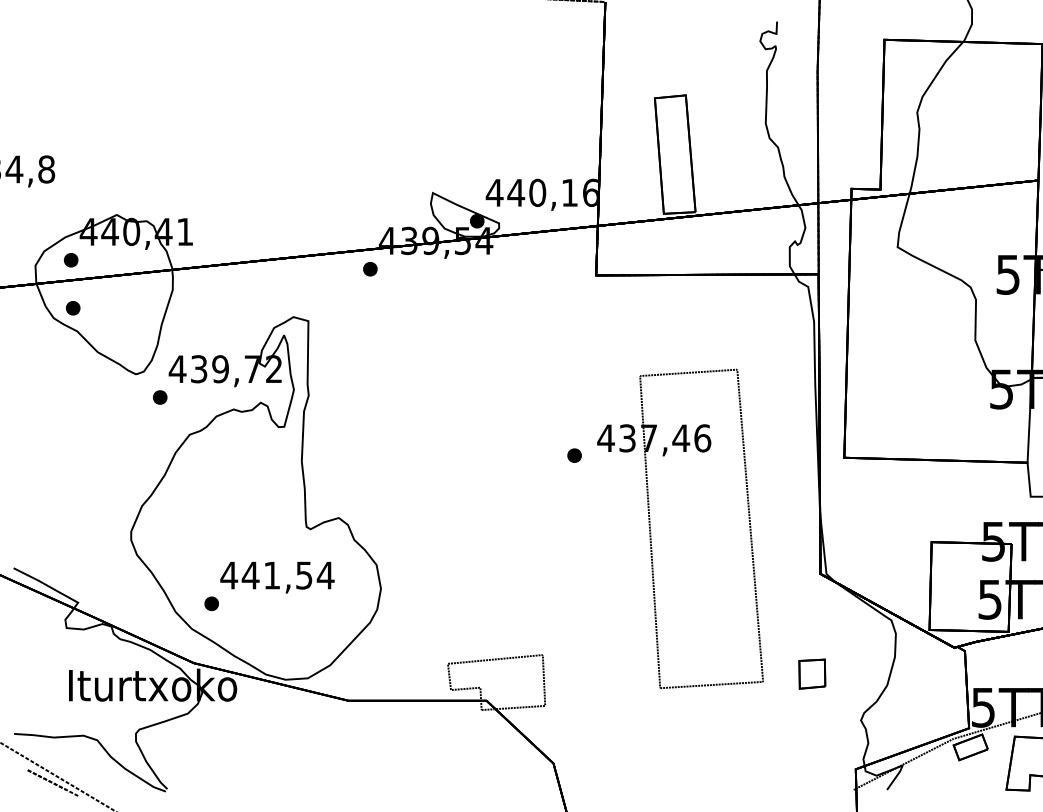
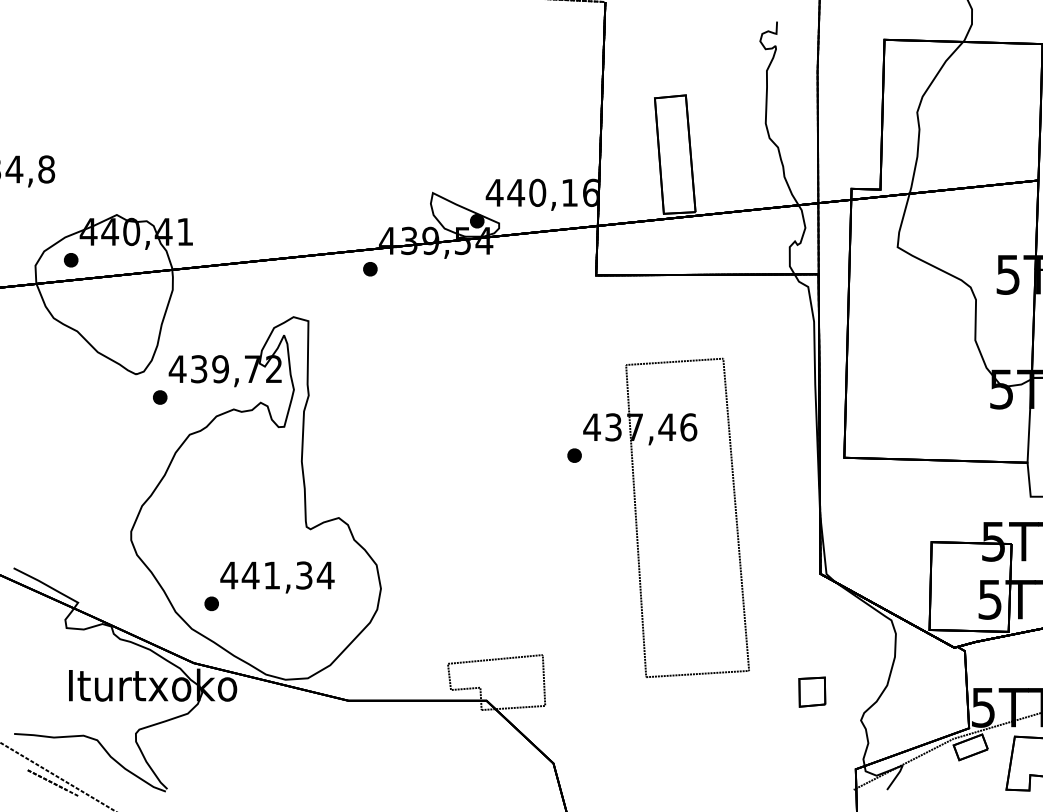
part at (73, 308): present -> none
part at (651, 533) position: (651, 533) -> (637, 522)
text at (304, 574): 441,54 -> 441,34
part at (812, 673) position: (812, 673) -> (812, 691)
